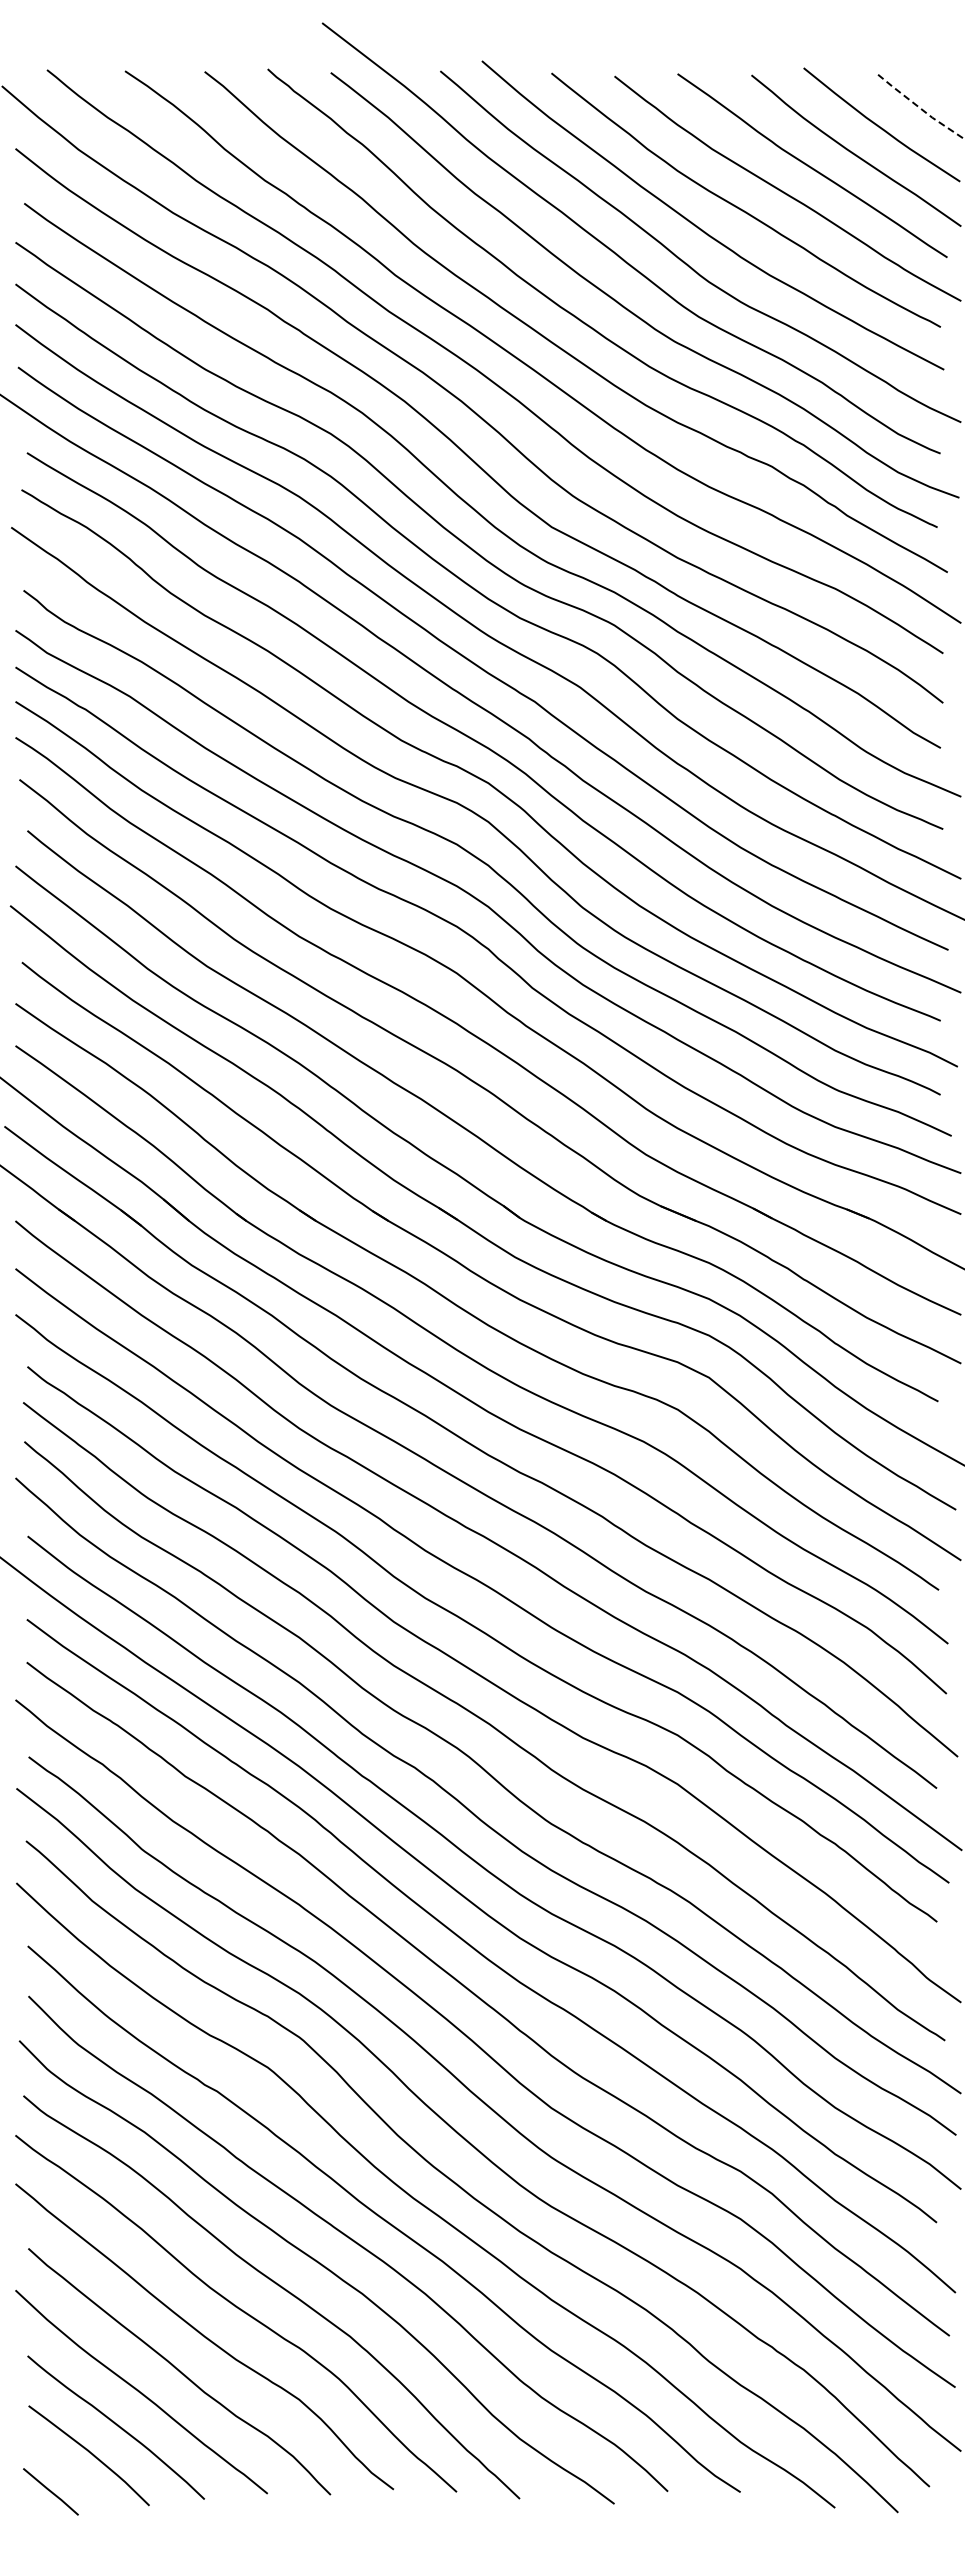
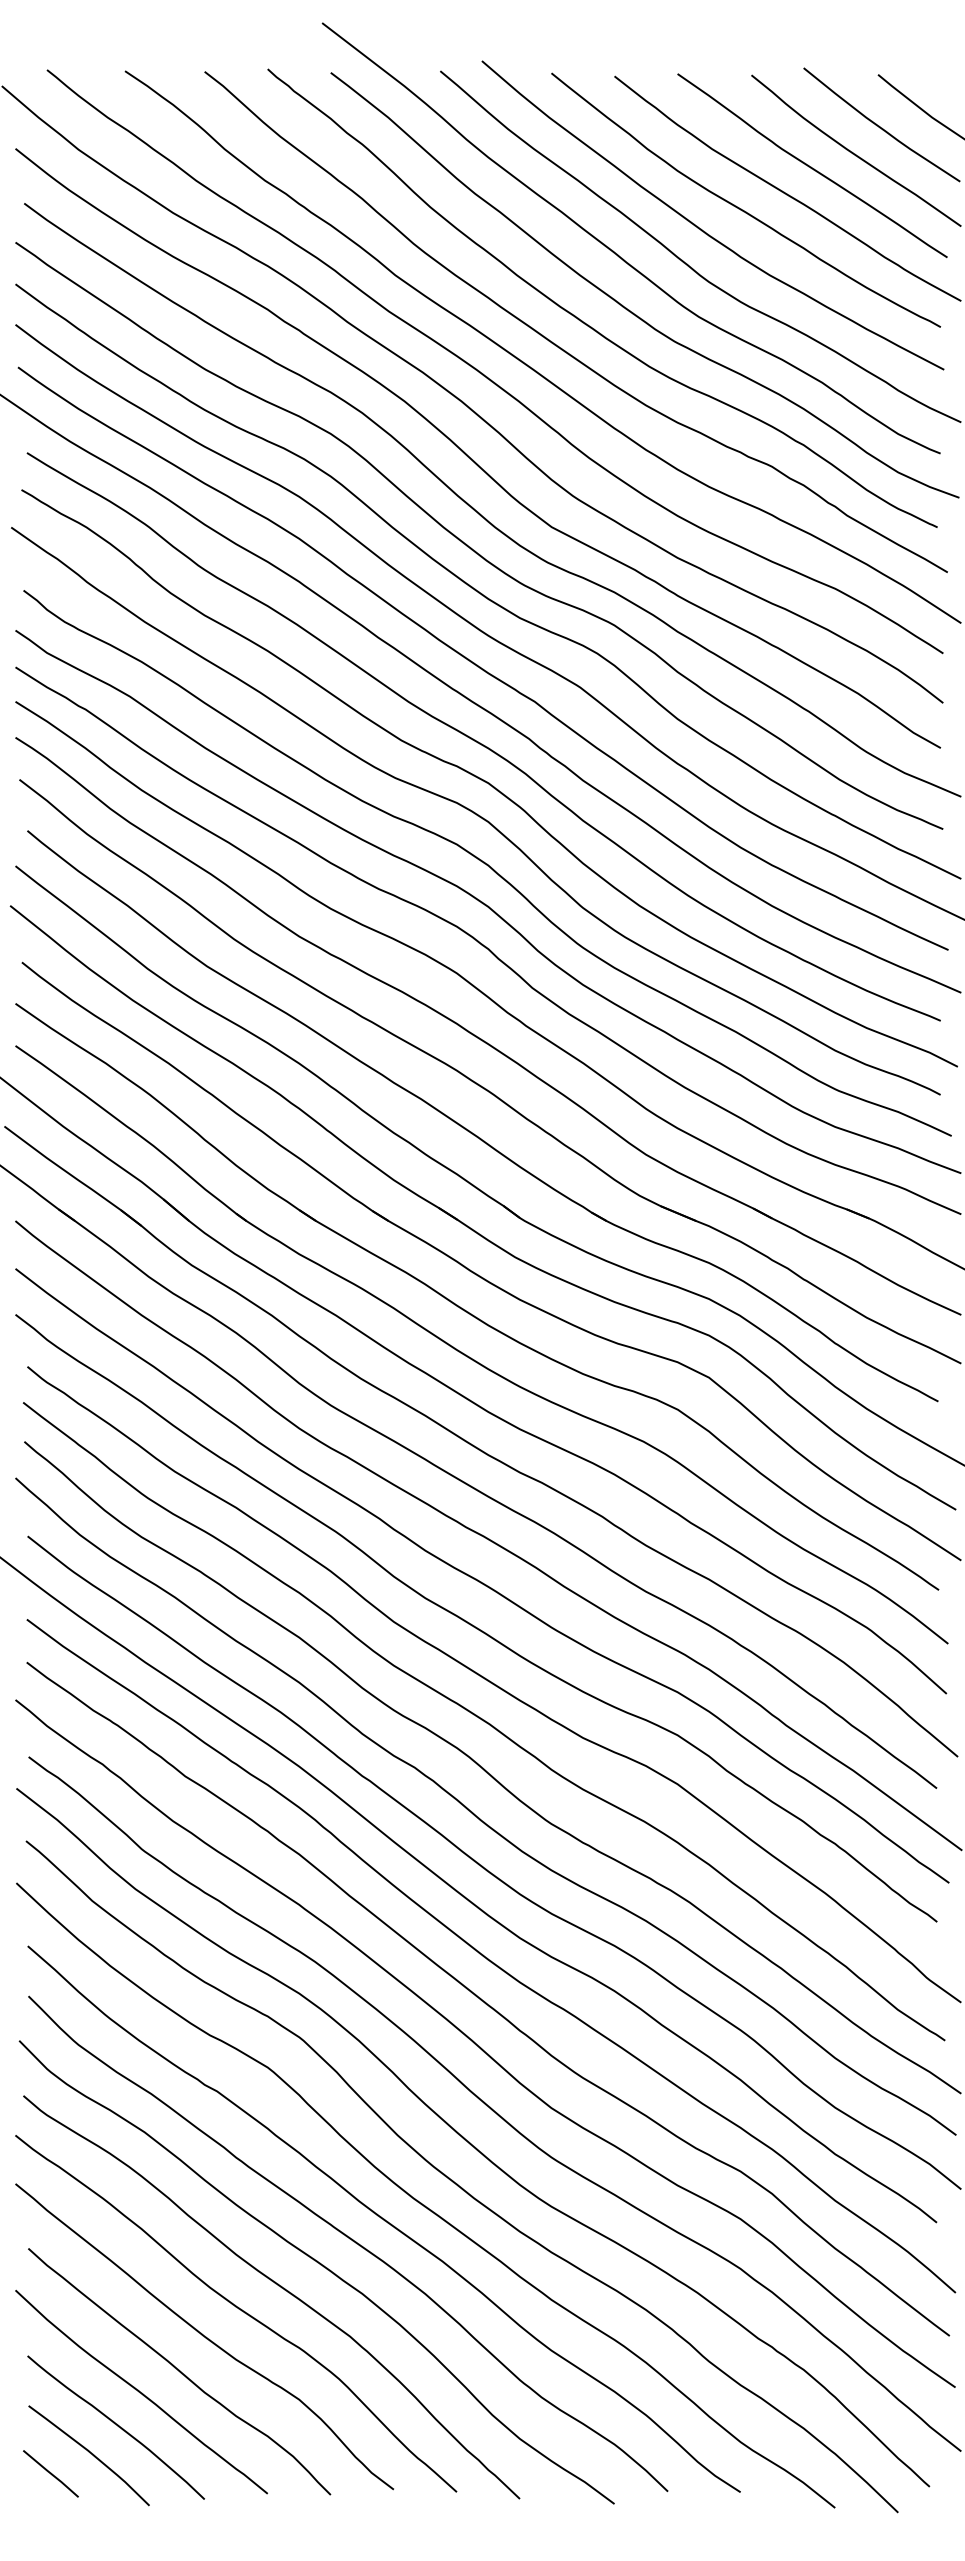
line at (920, 108): dashed -> solid
line at (50, 2491) position: (50, 2491) -> (50, 2473)
